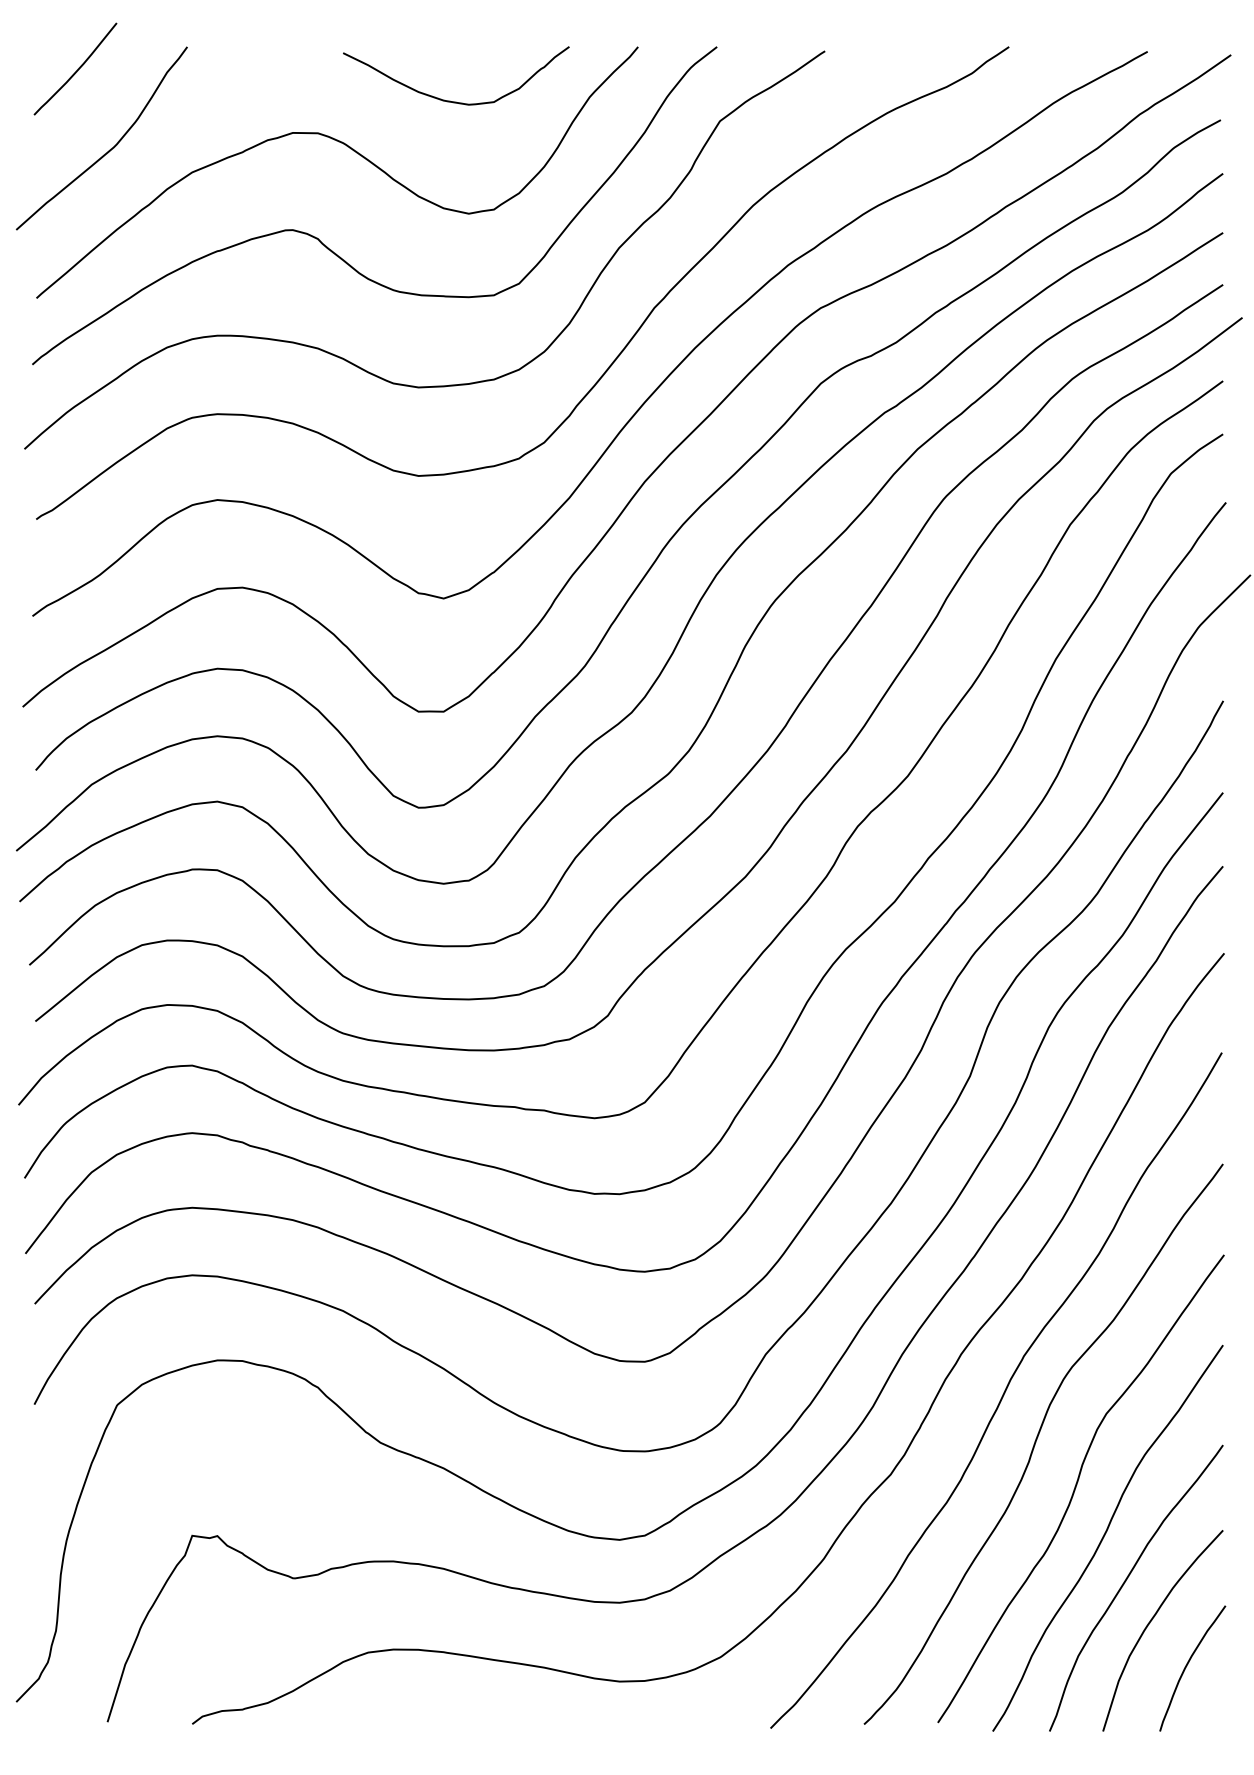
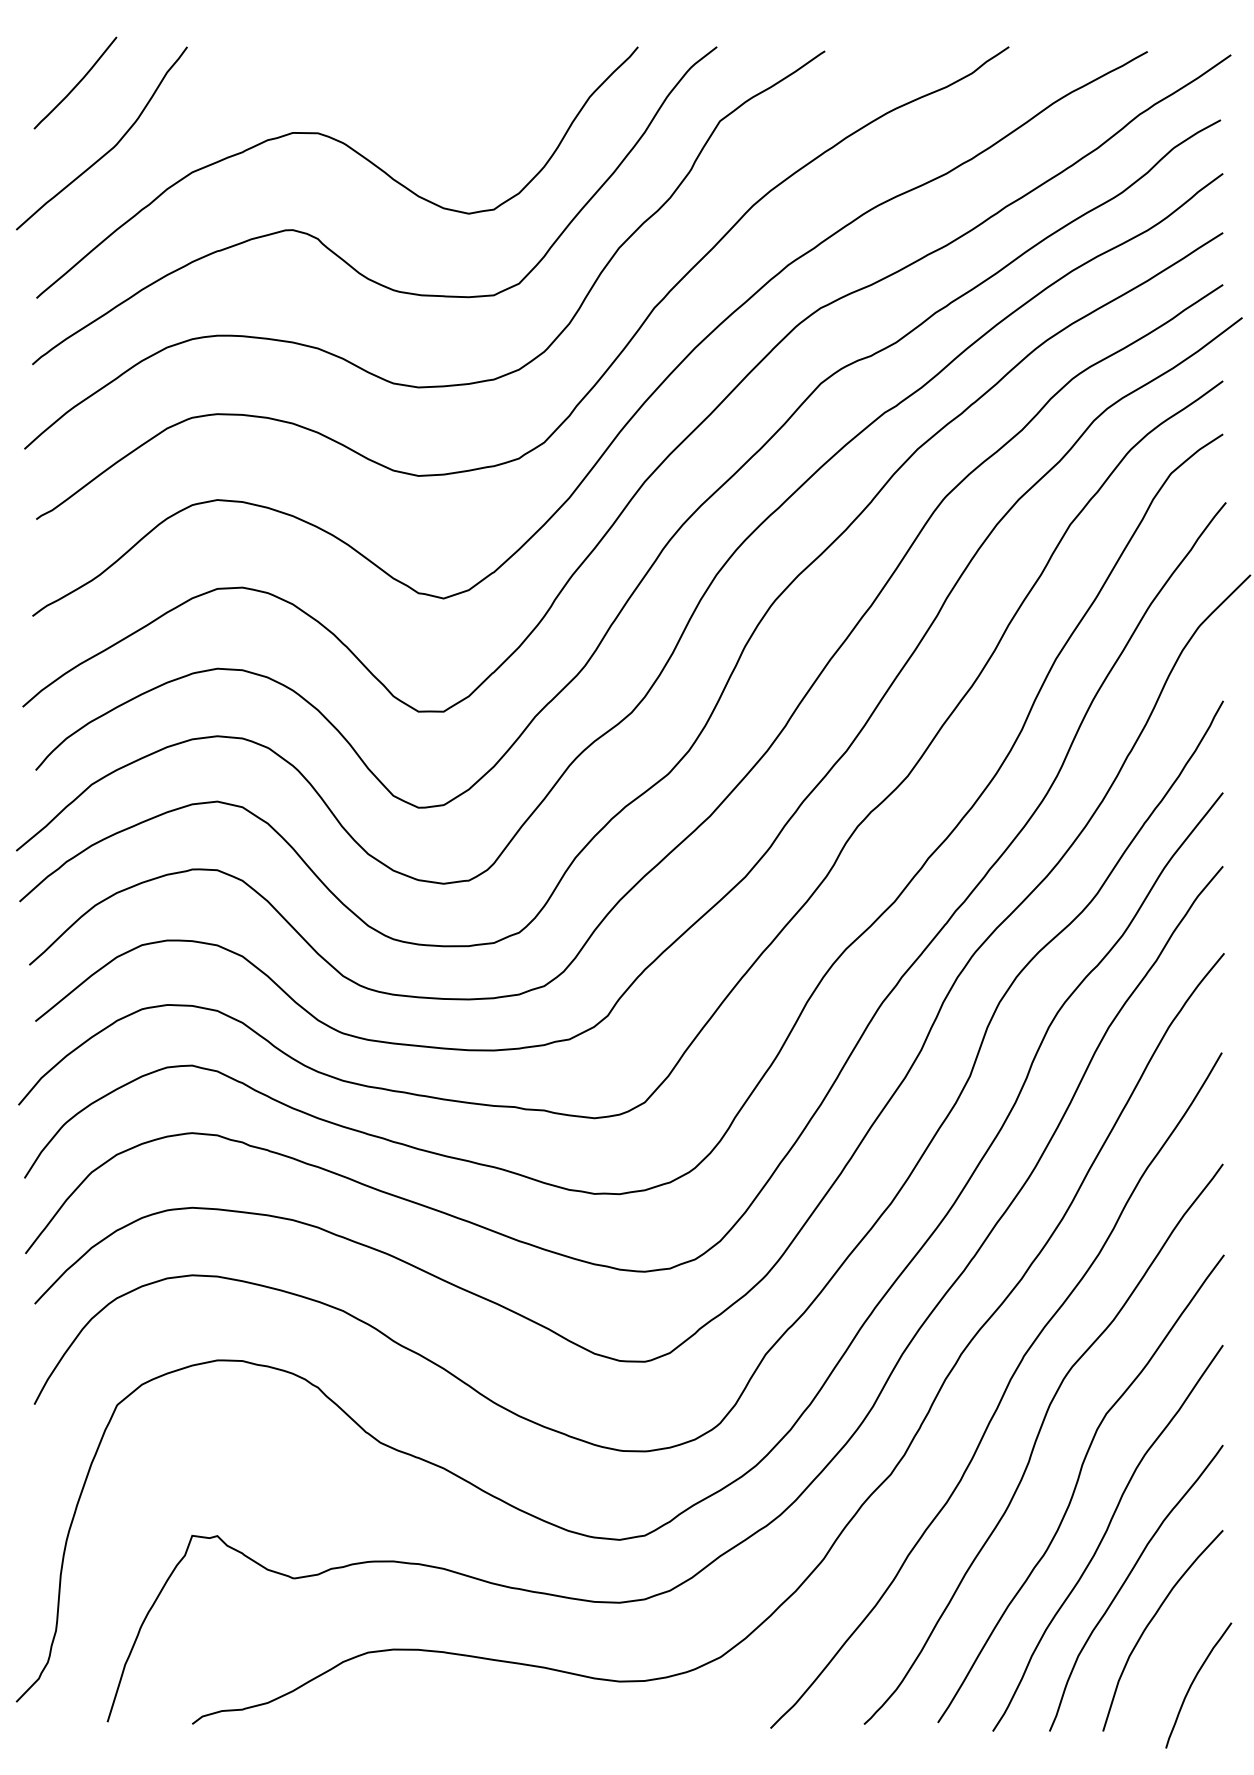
curve at (77, 69) position: (77, 69) -> (77, 83)
curve at (450, 100): present -> none
curve at (1187, 1666) position: (1187, 1666) -> (1193, 1683)
